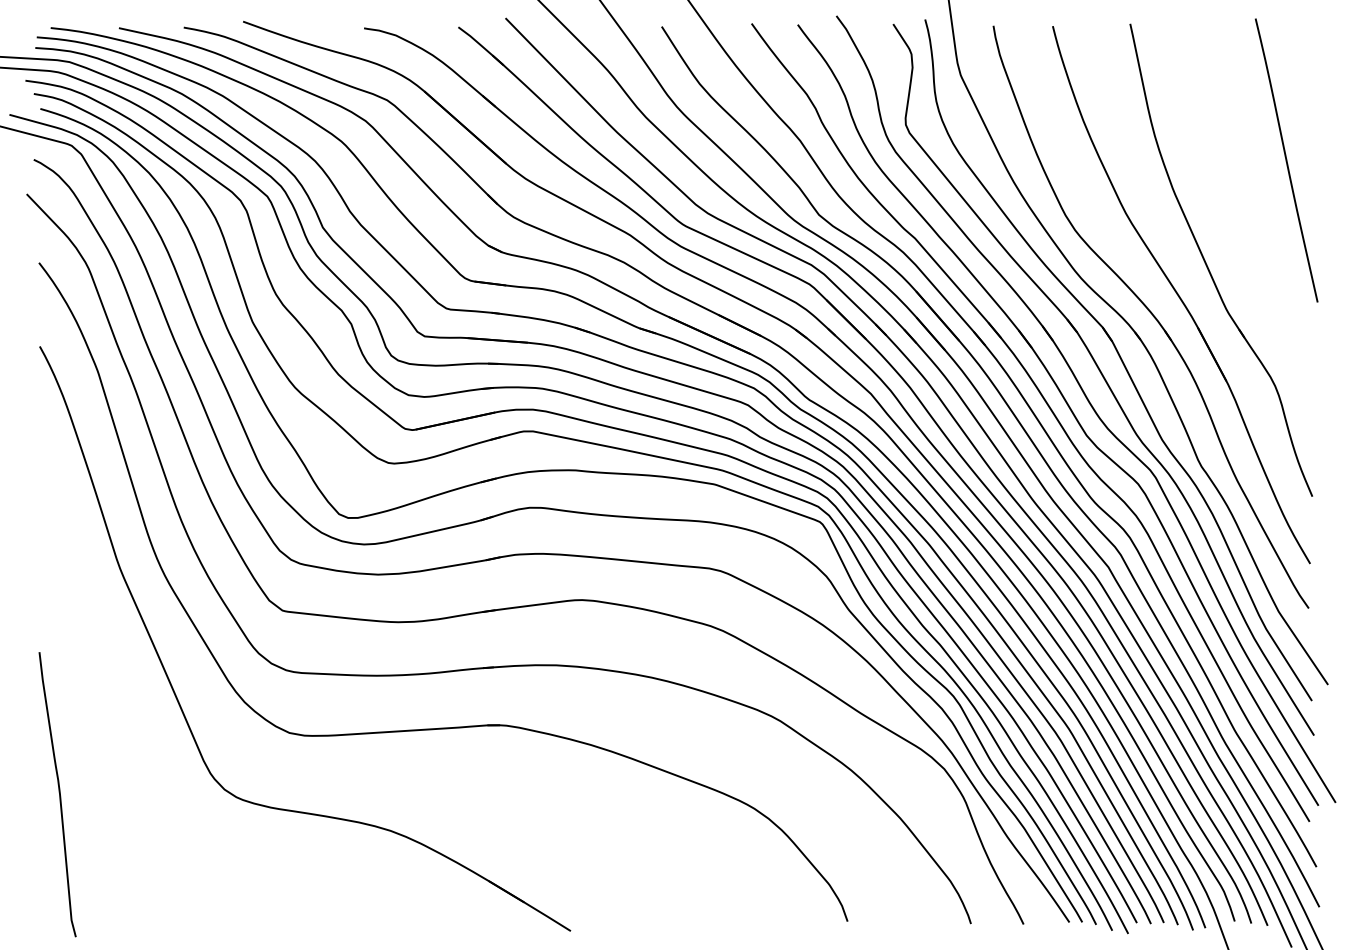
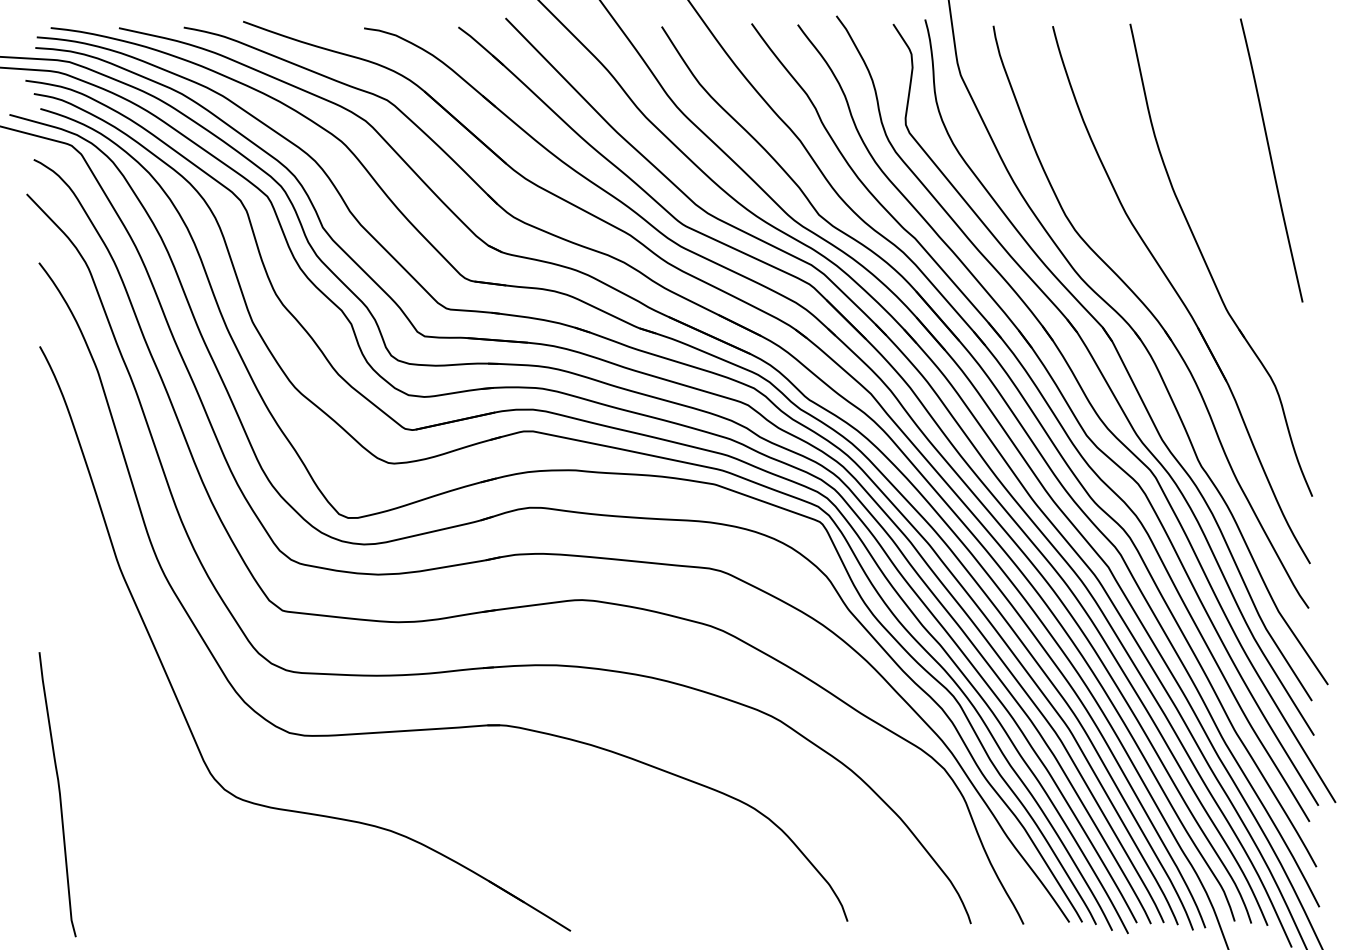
curve at (1286, 160) position: (1286, 160) -> (1271, 160)
